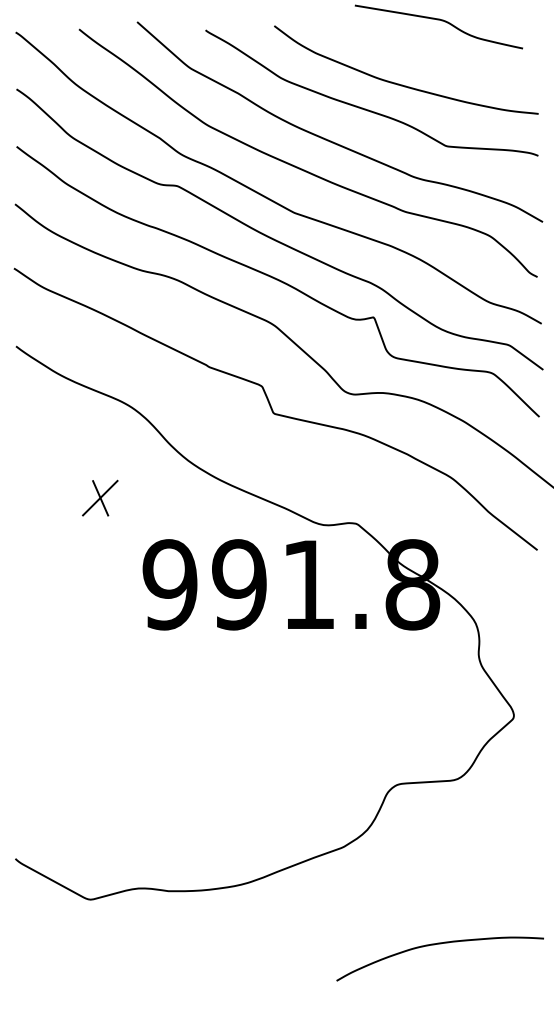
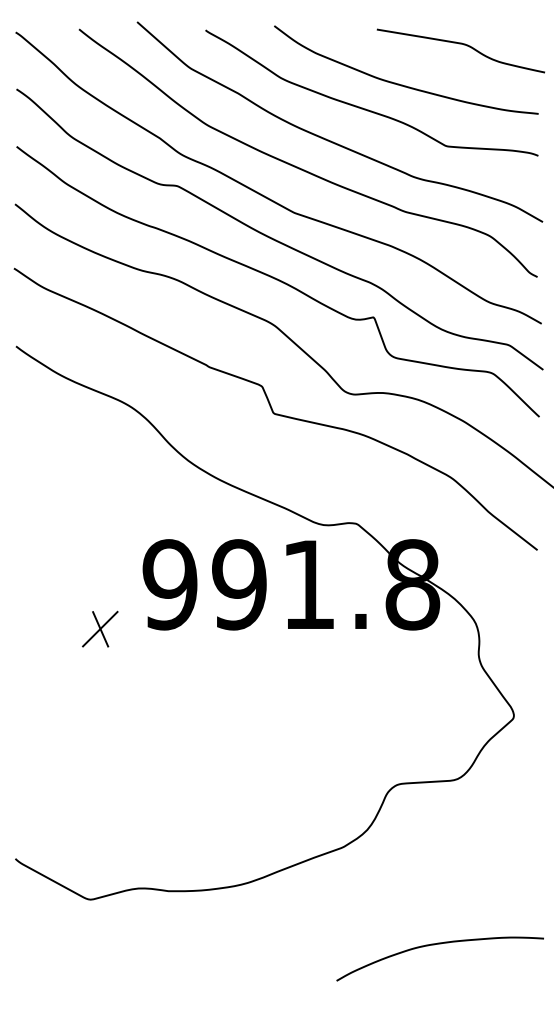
curve at (441, 21) position: (441, 21) -> (463, 45)
part at (100, 497) position: (100, 497) -> (100, 628)
